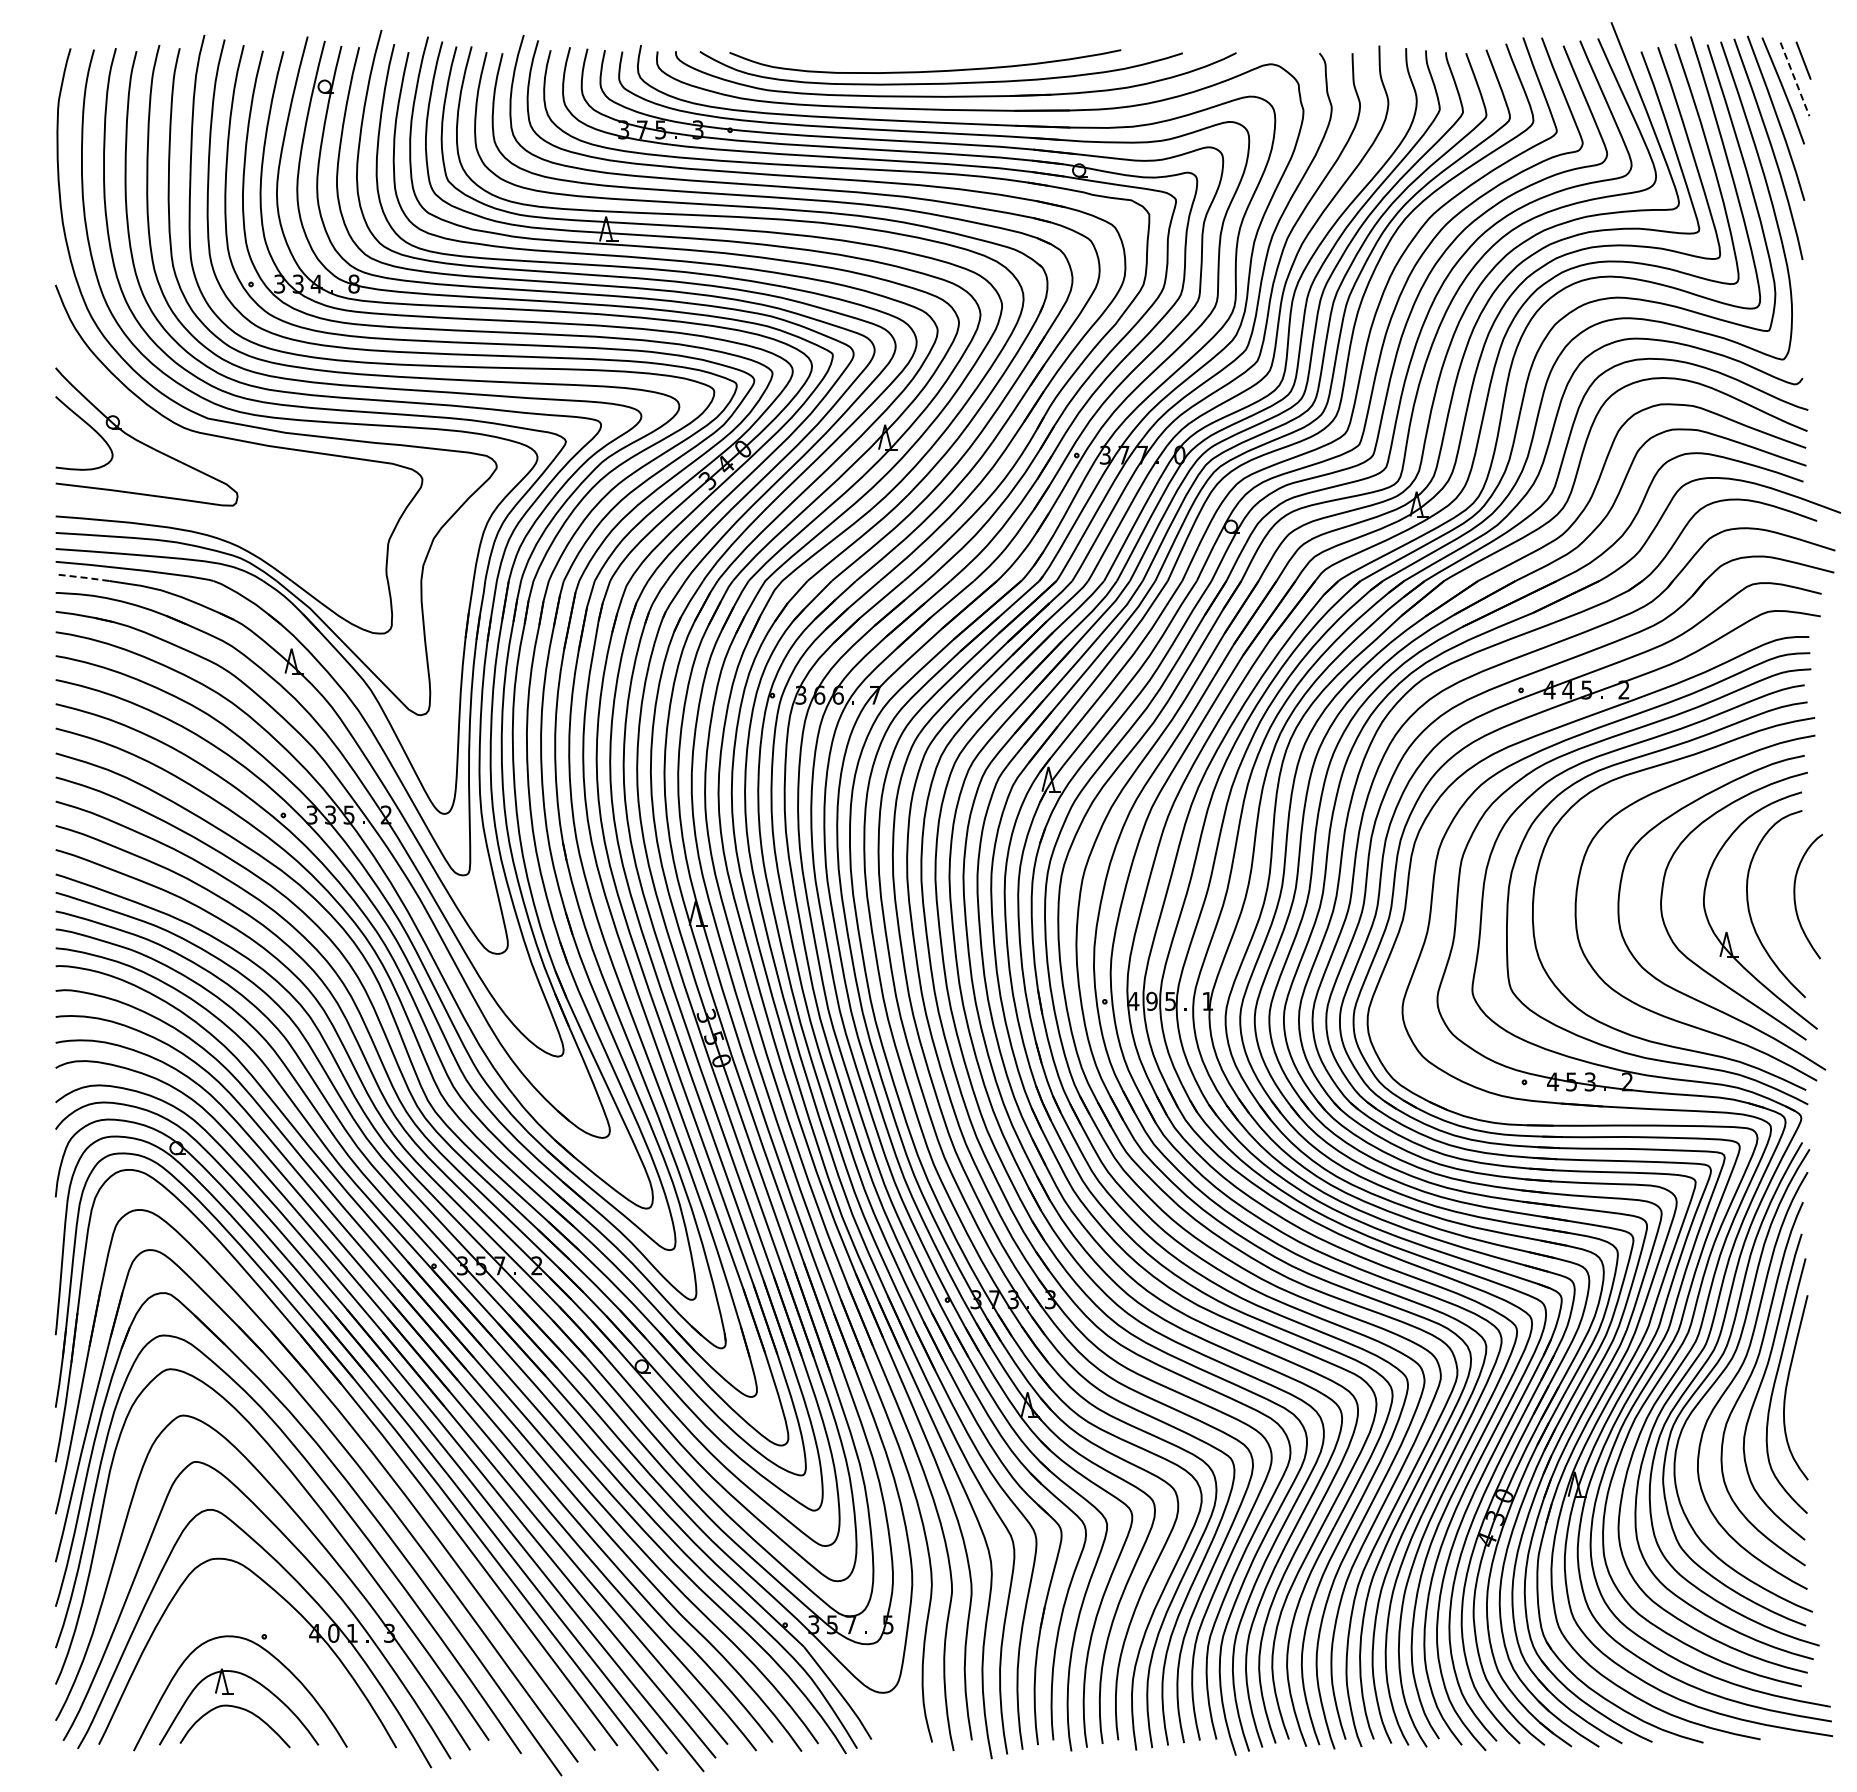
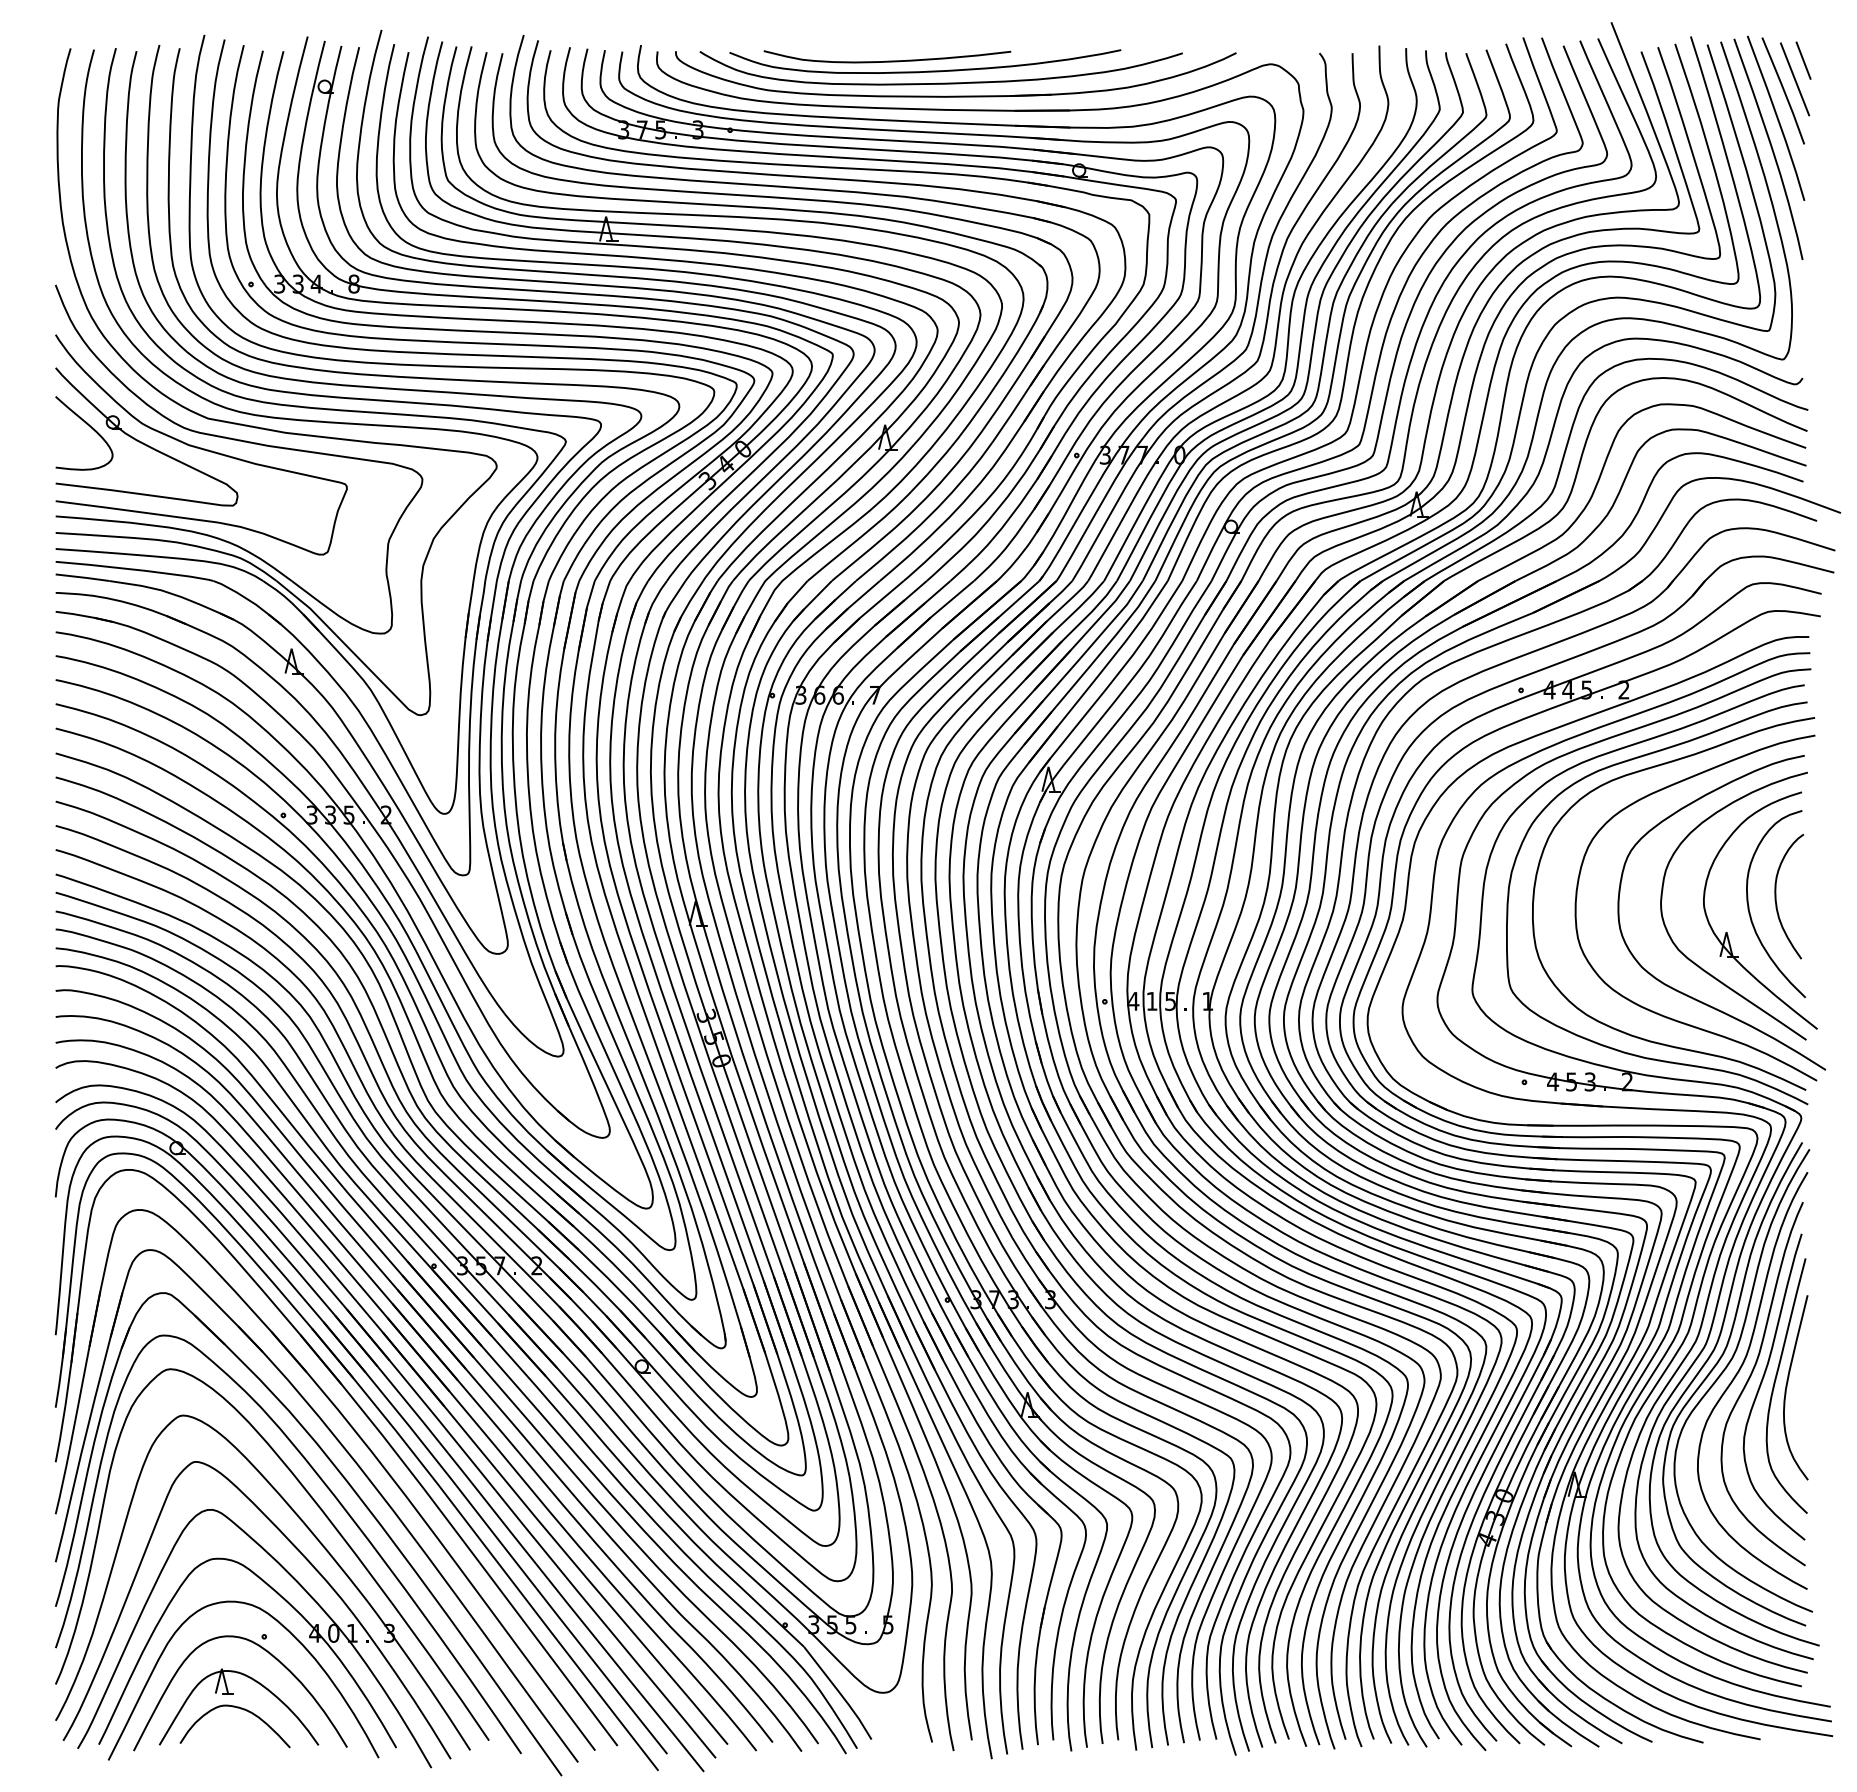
curve at (887, 60): none -> present
line at (1795, 80): dashed -> solid
curve at (201, 447): none -> present
line at (82, 577): dashed -> solid
curve at (1795, 896) position: (1795, 896) -> (1776, 896)
text at (1151, 1000): 9 -> 1
text at (850, 1625): 7 -> 5
curve at (289, 1633): none -> present
